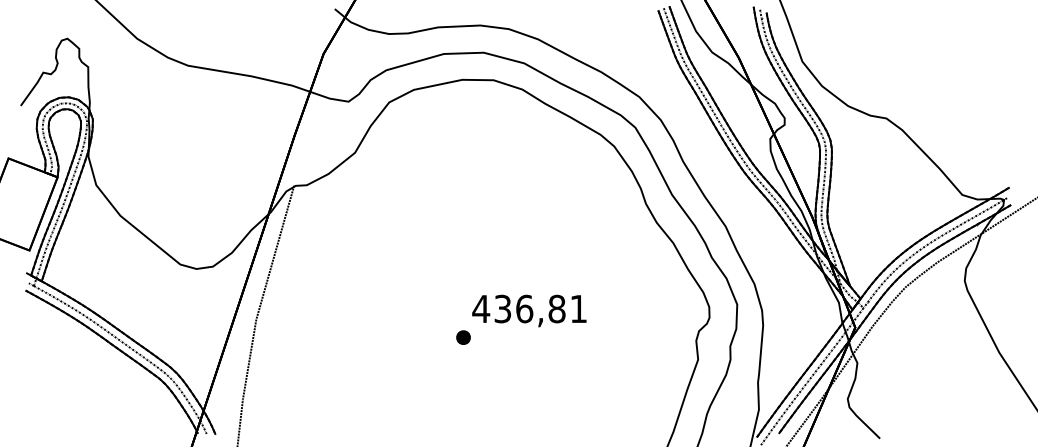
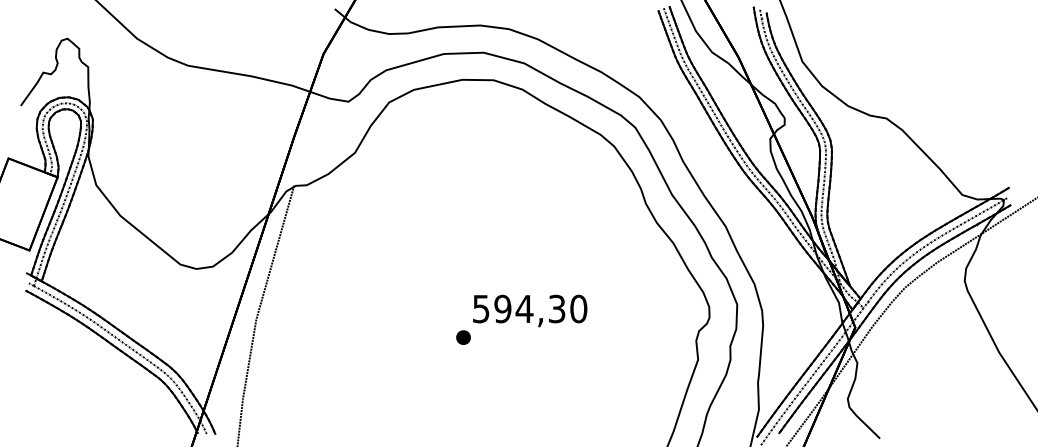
text at (529, 308): 436,81 -> 594,30
